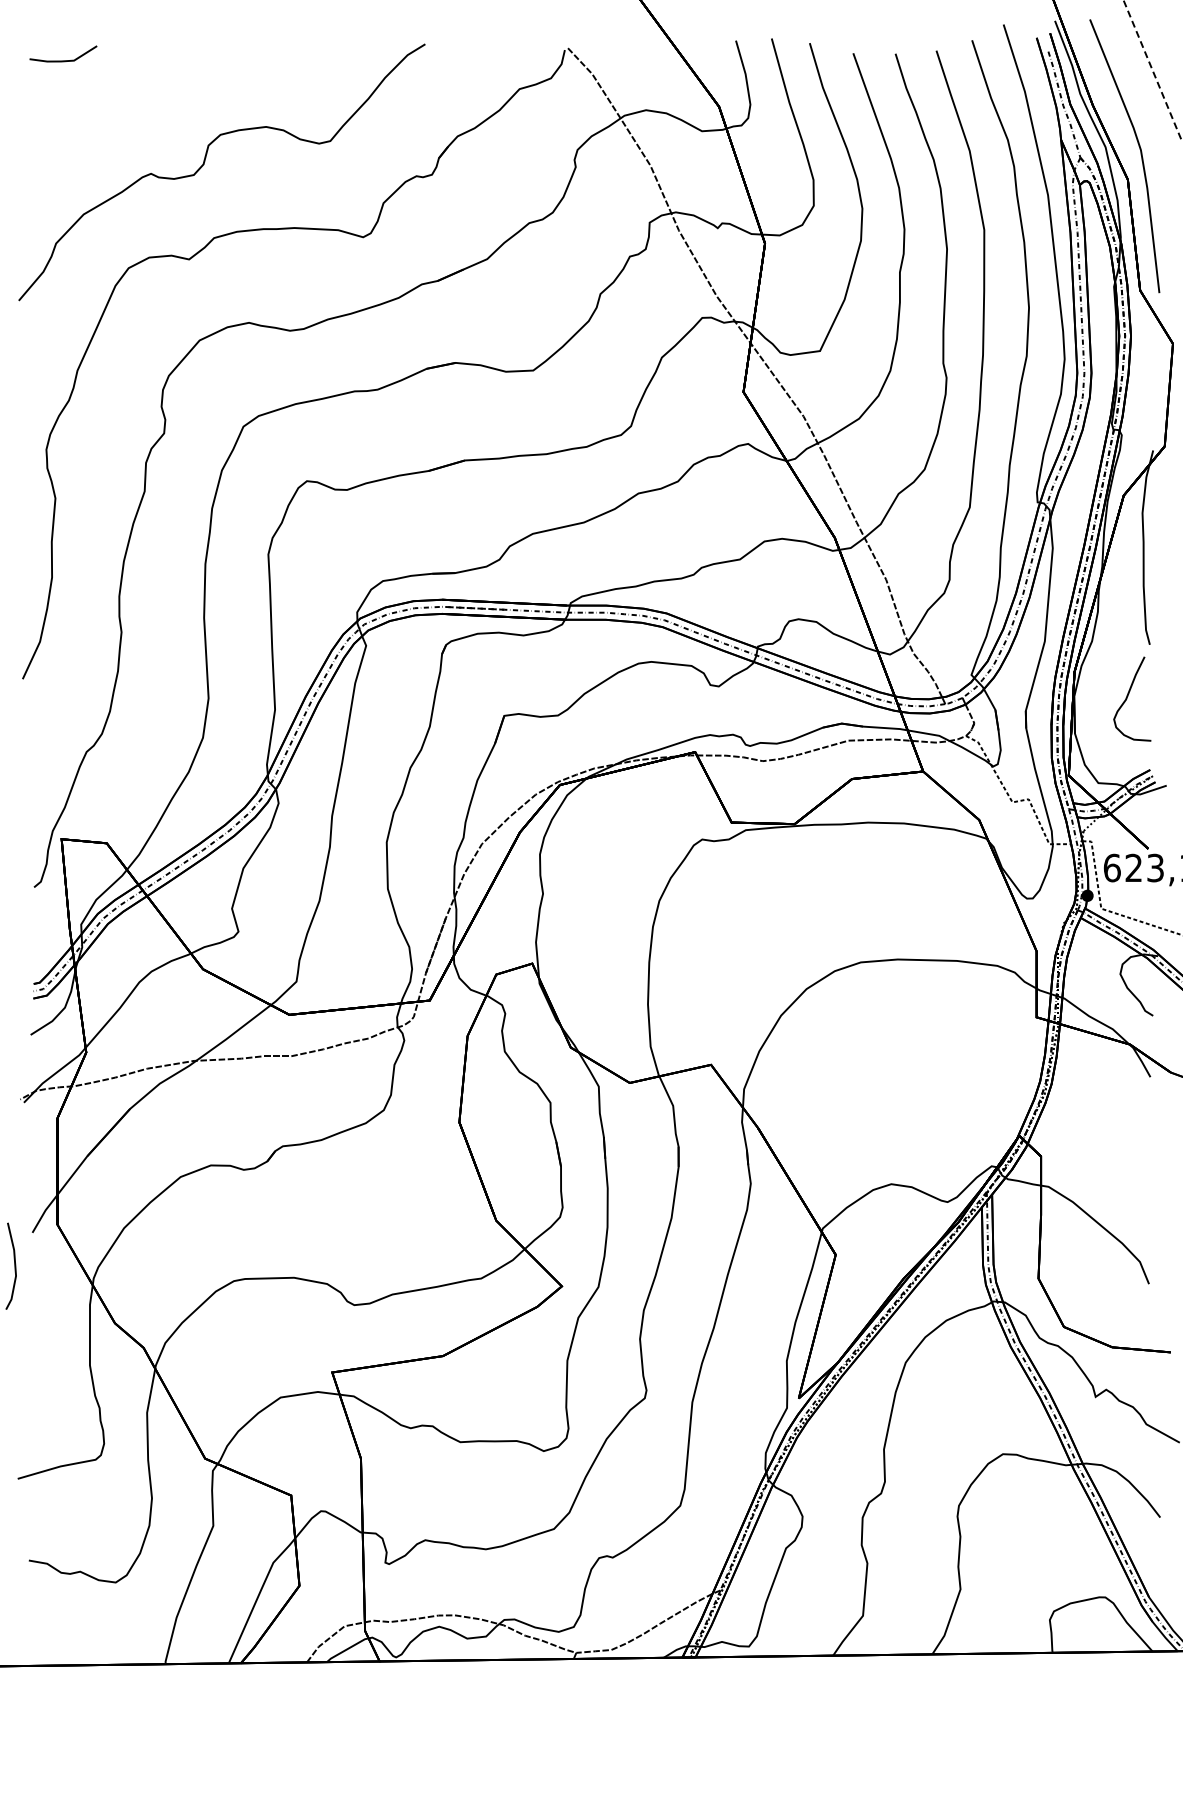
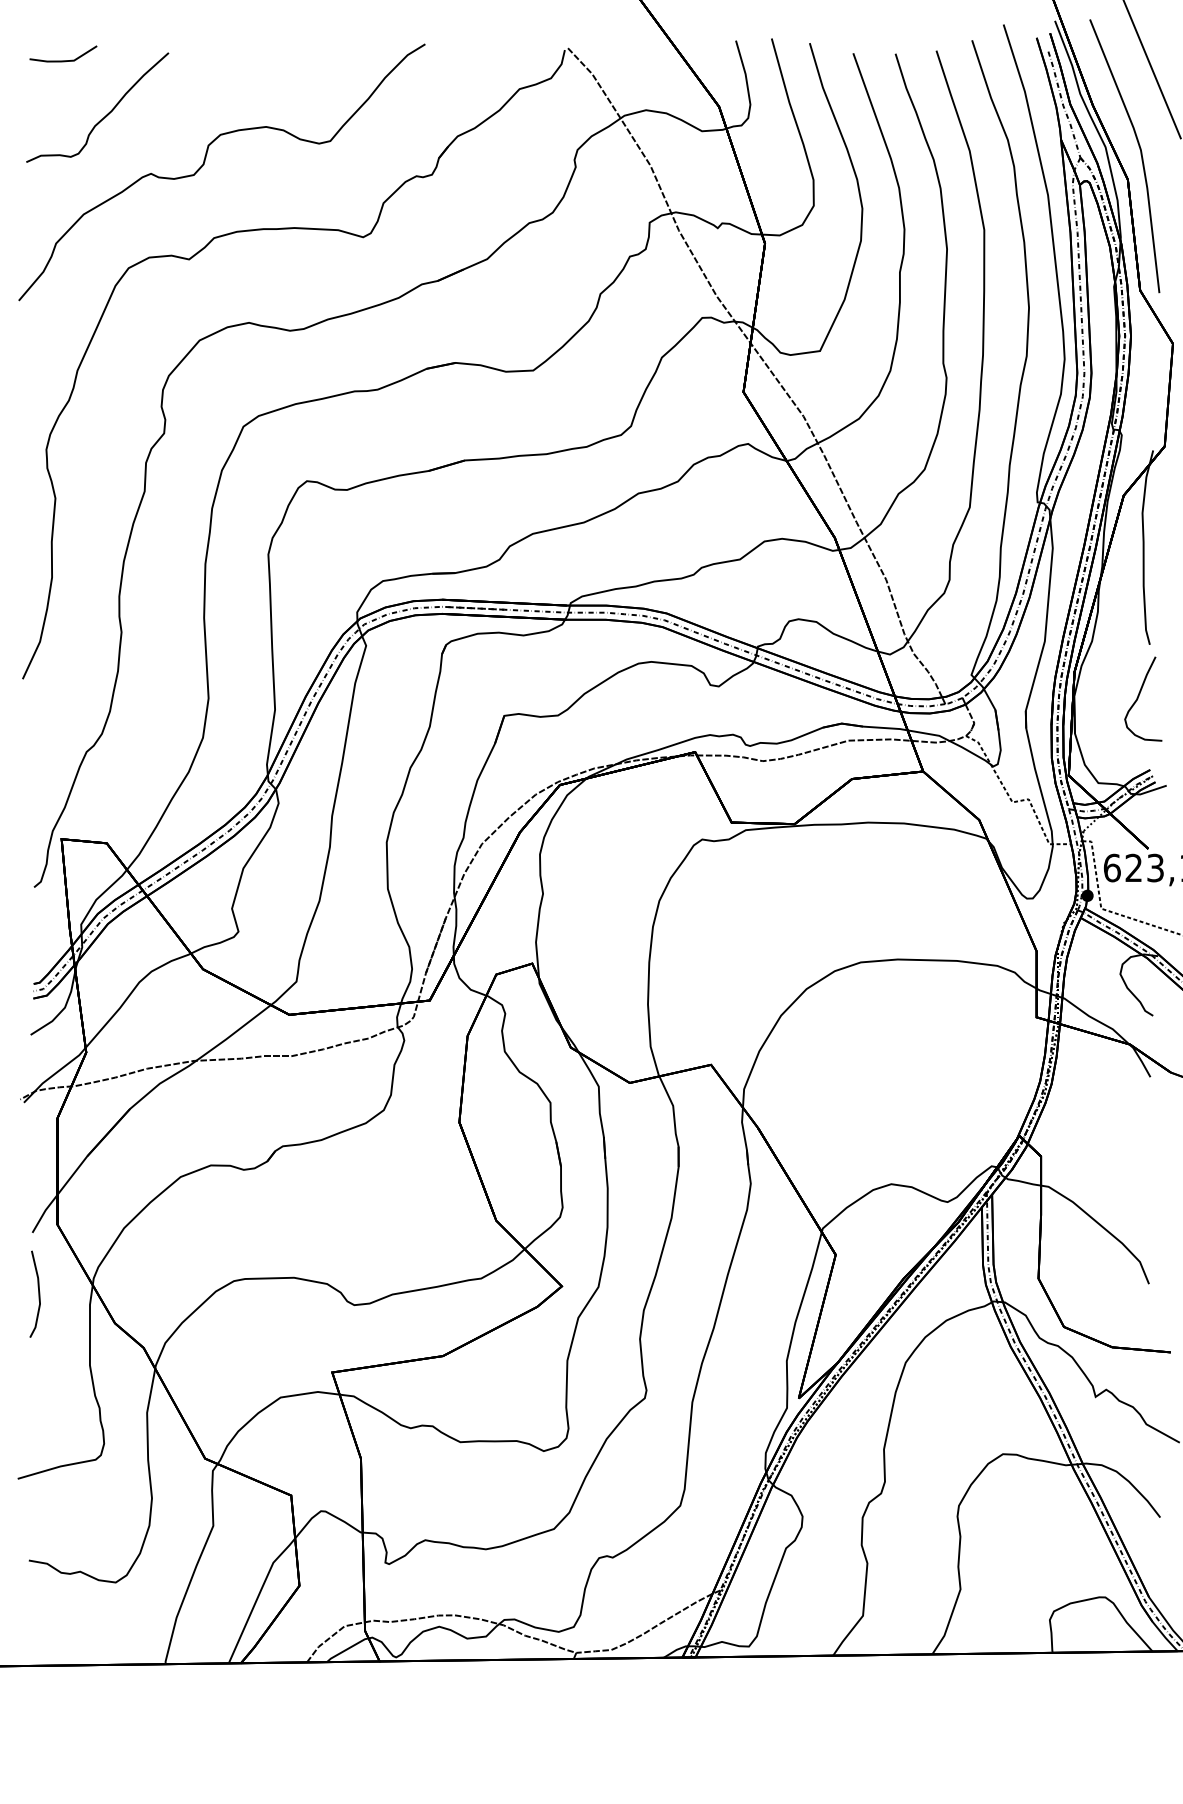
line at (1152, 70): dashed -> solid
curve at (105, 115): none -> present
curve at (1128, 696) position: (1128, 696) -> (1139, 696)
line at (14, 1265) position: (14, 1265) -> (38, 1293)
